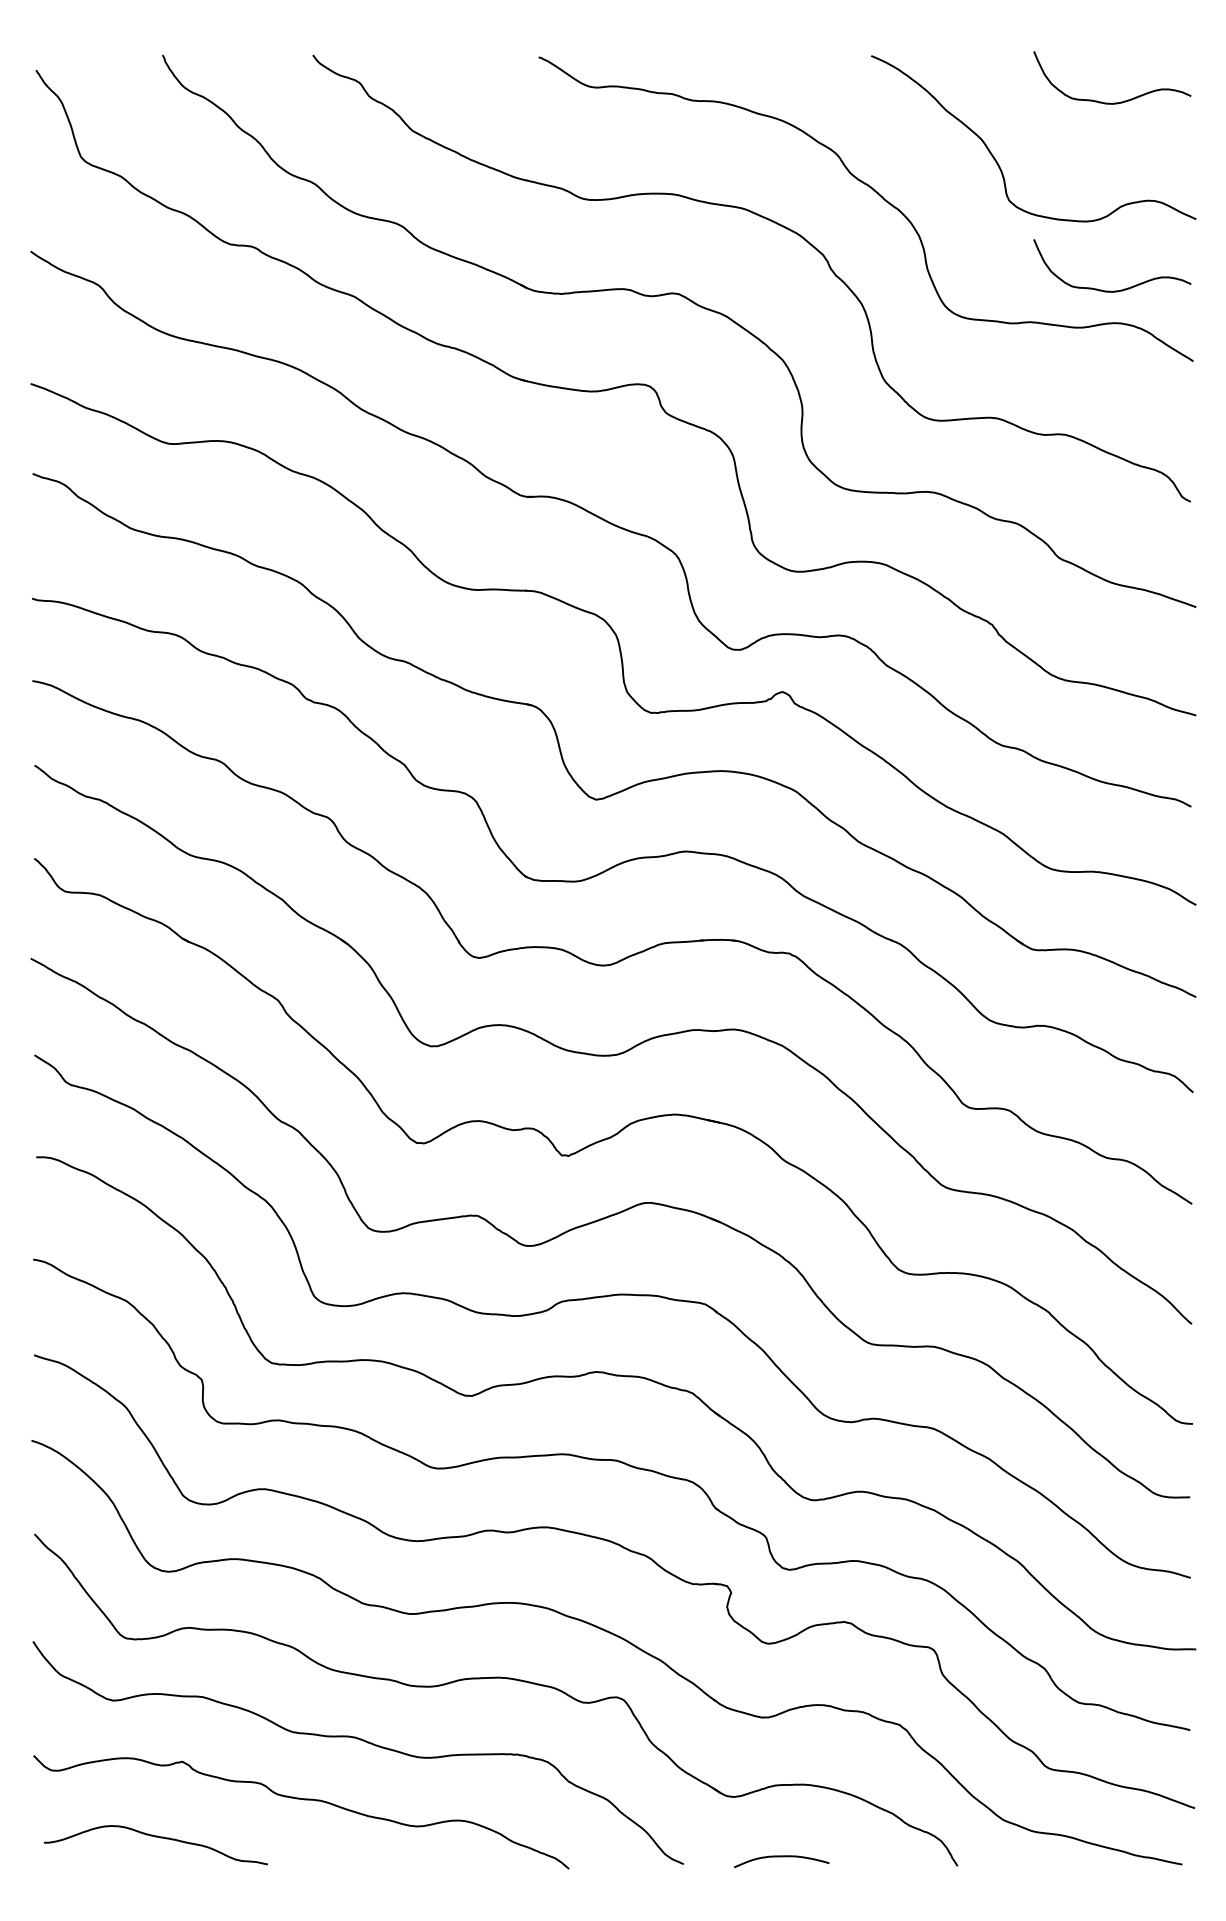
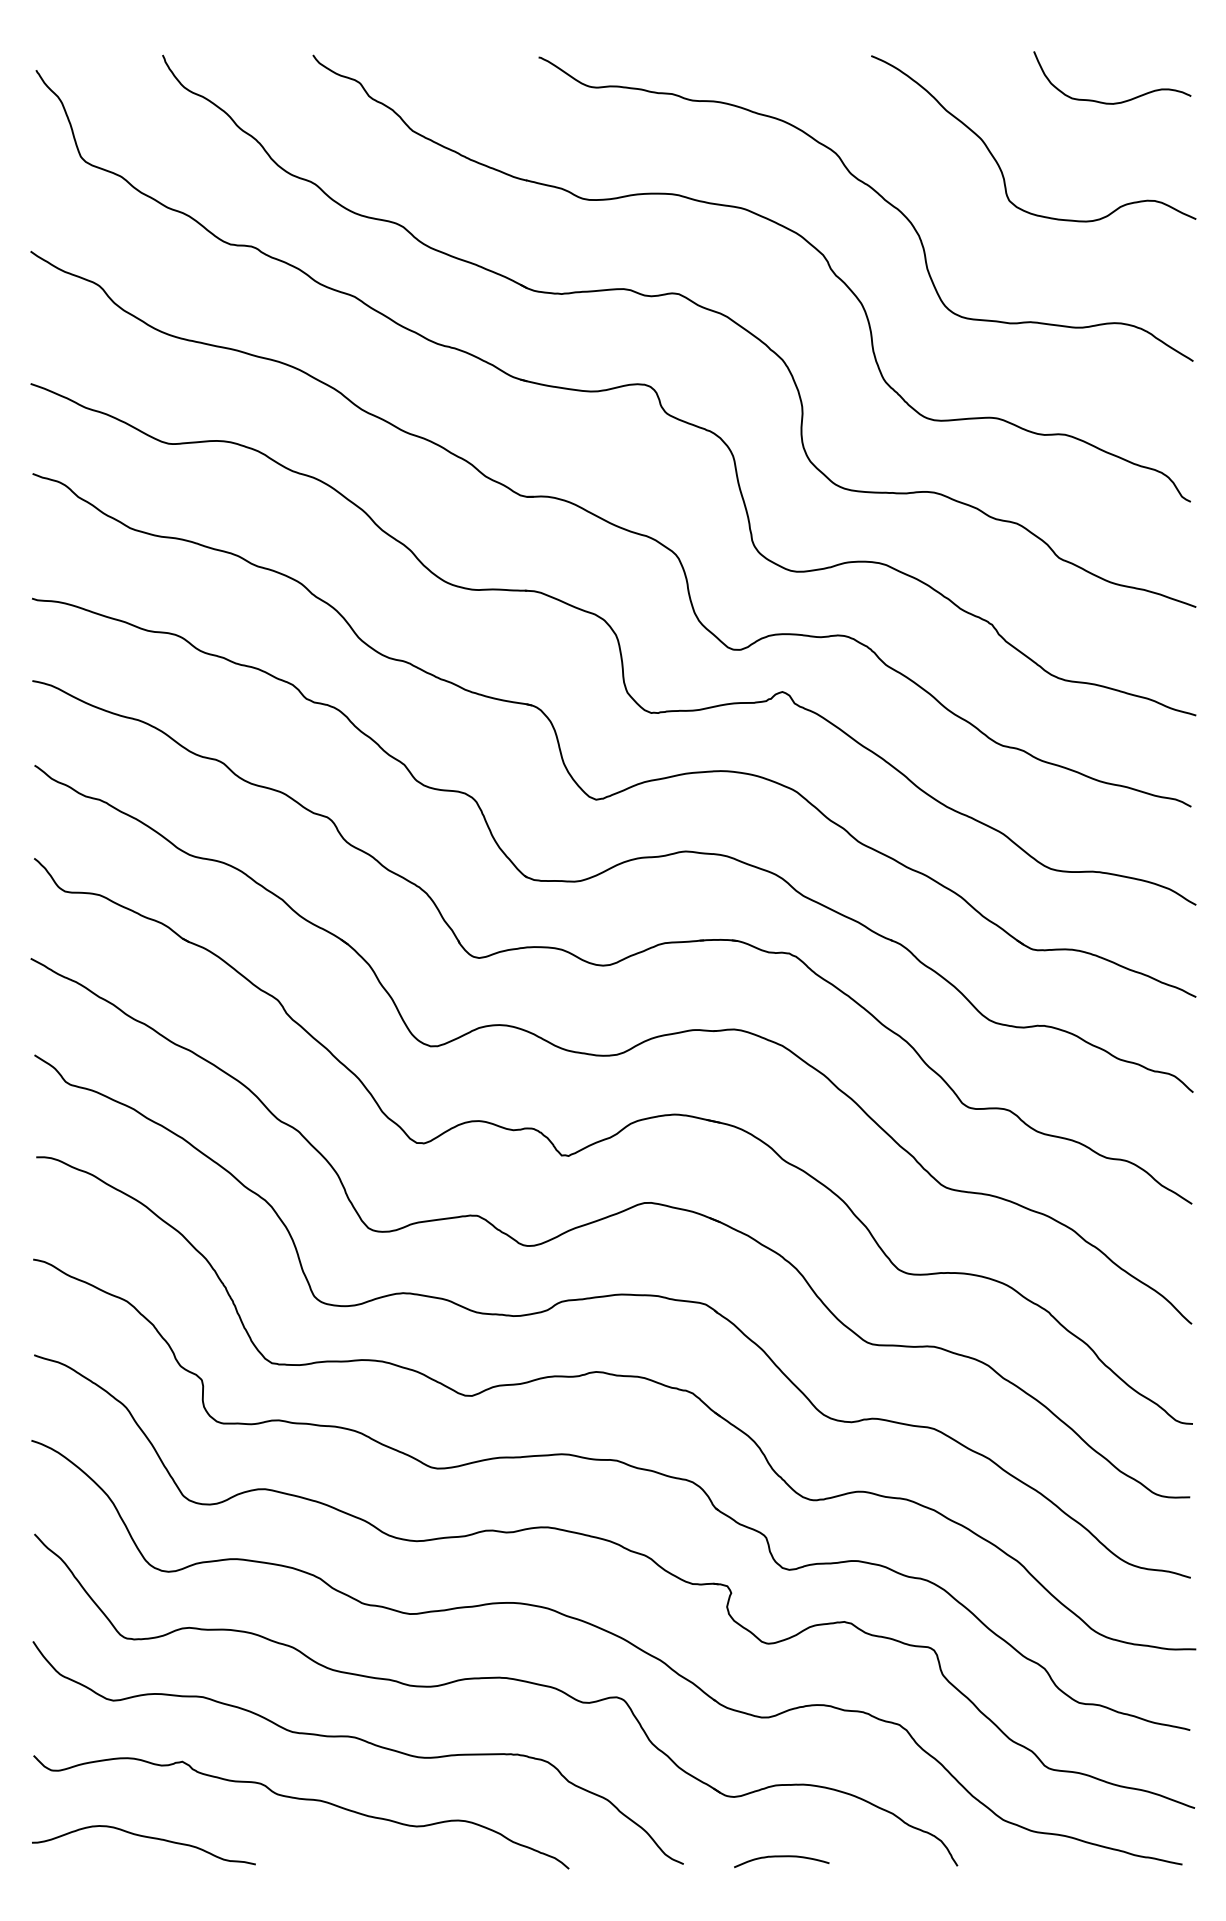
curve at (1110, 290): present -> none
curve at (155, 1837) position: (155, 1837) -> (143, 1837)
